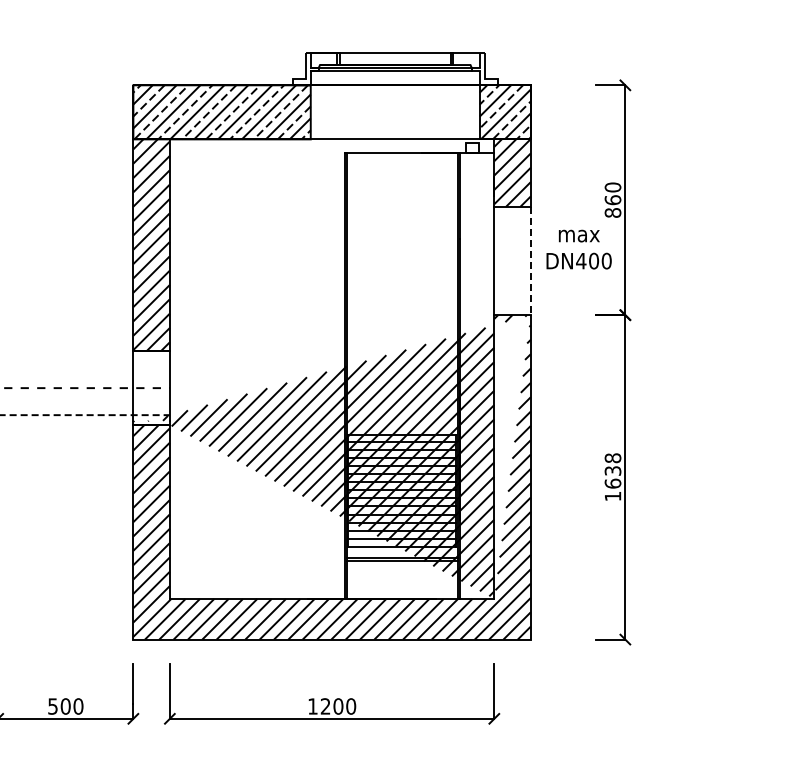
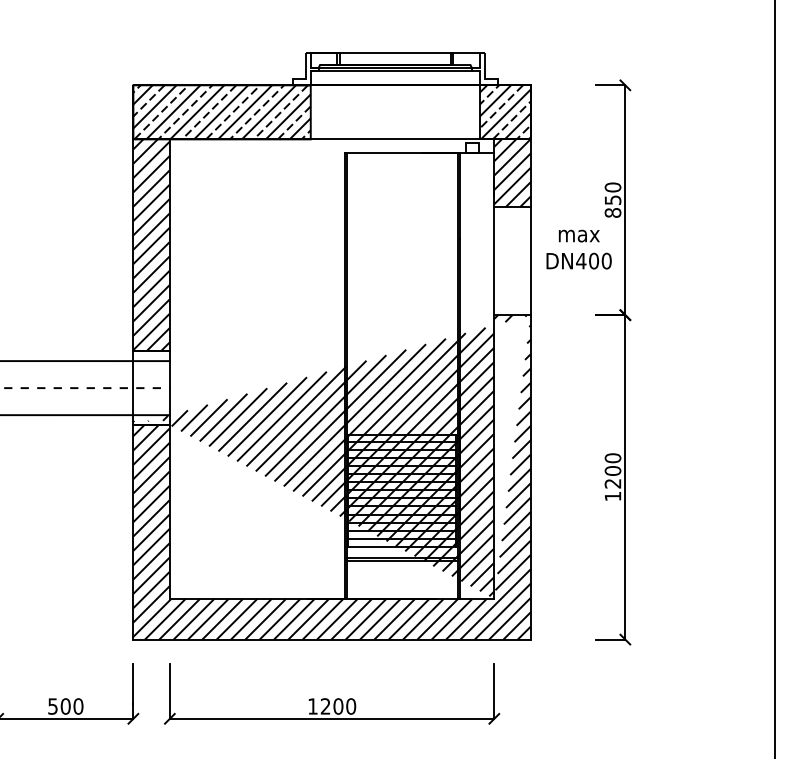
text at (612, 200): 860 -> 850
line at (530, 261): dashed -> solid
line at (85, 361): none -> present
line at (775, 378): none -> present
line at (85, 415): dashed -> solid
text at (612, 470): 1638 -> 1200
